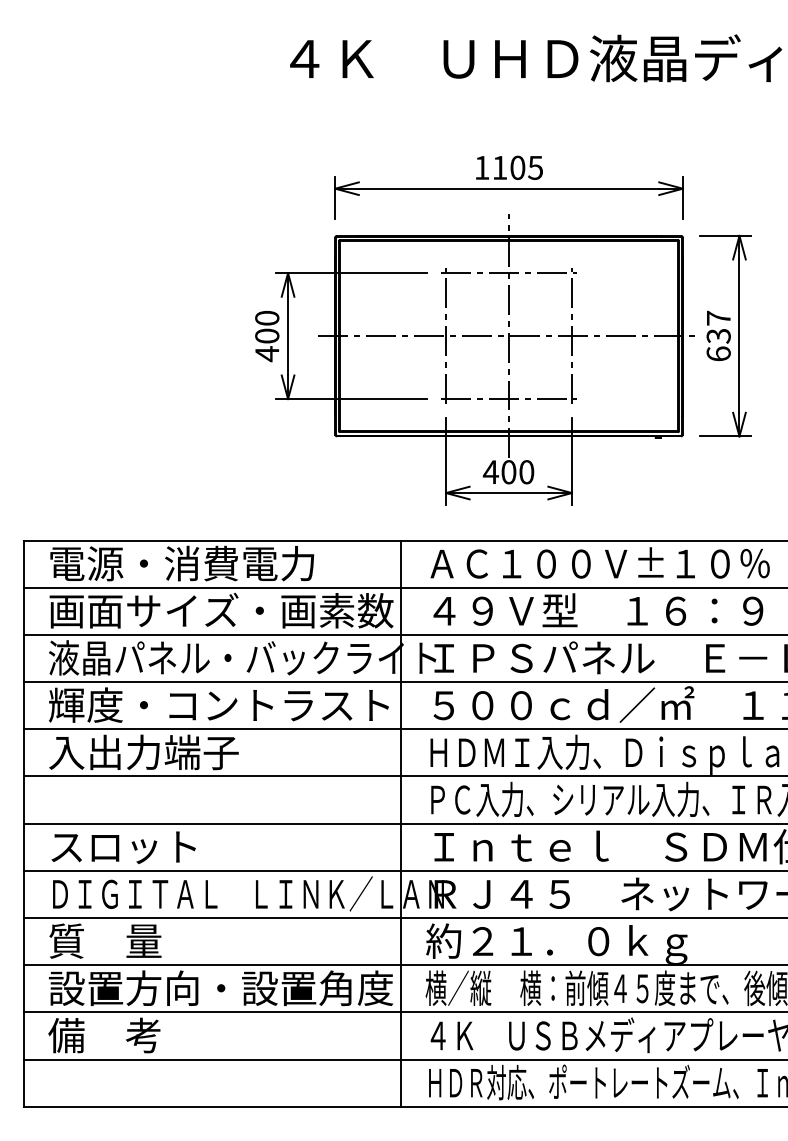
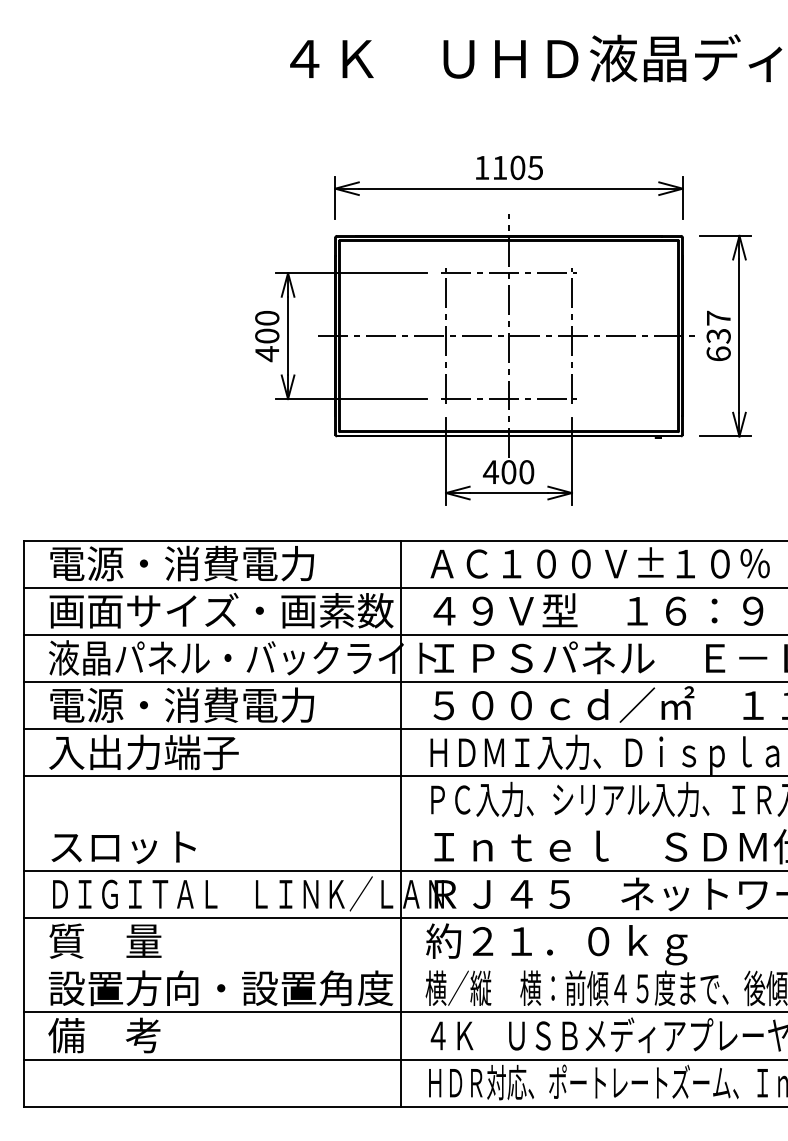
text at (218, 704): 輝度・コントラスト -> 電源・消費電力
line at (403, 823): present -> none
line at (403, 965): present -> none
